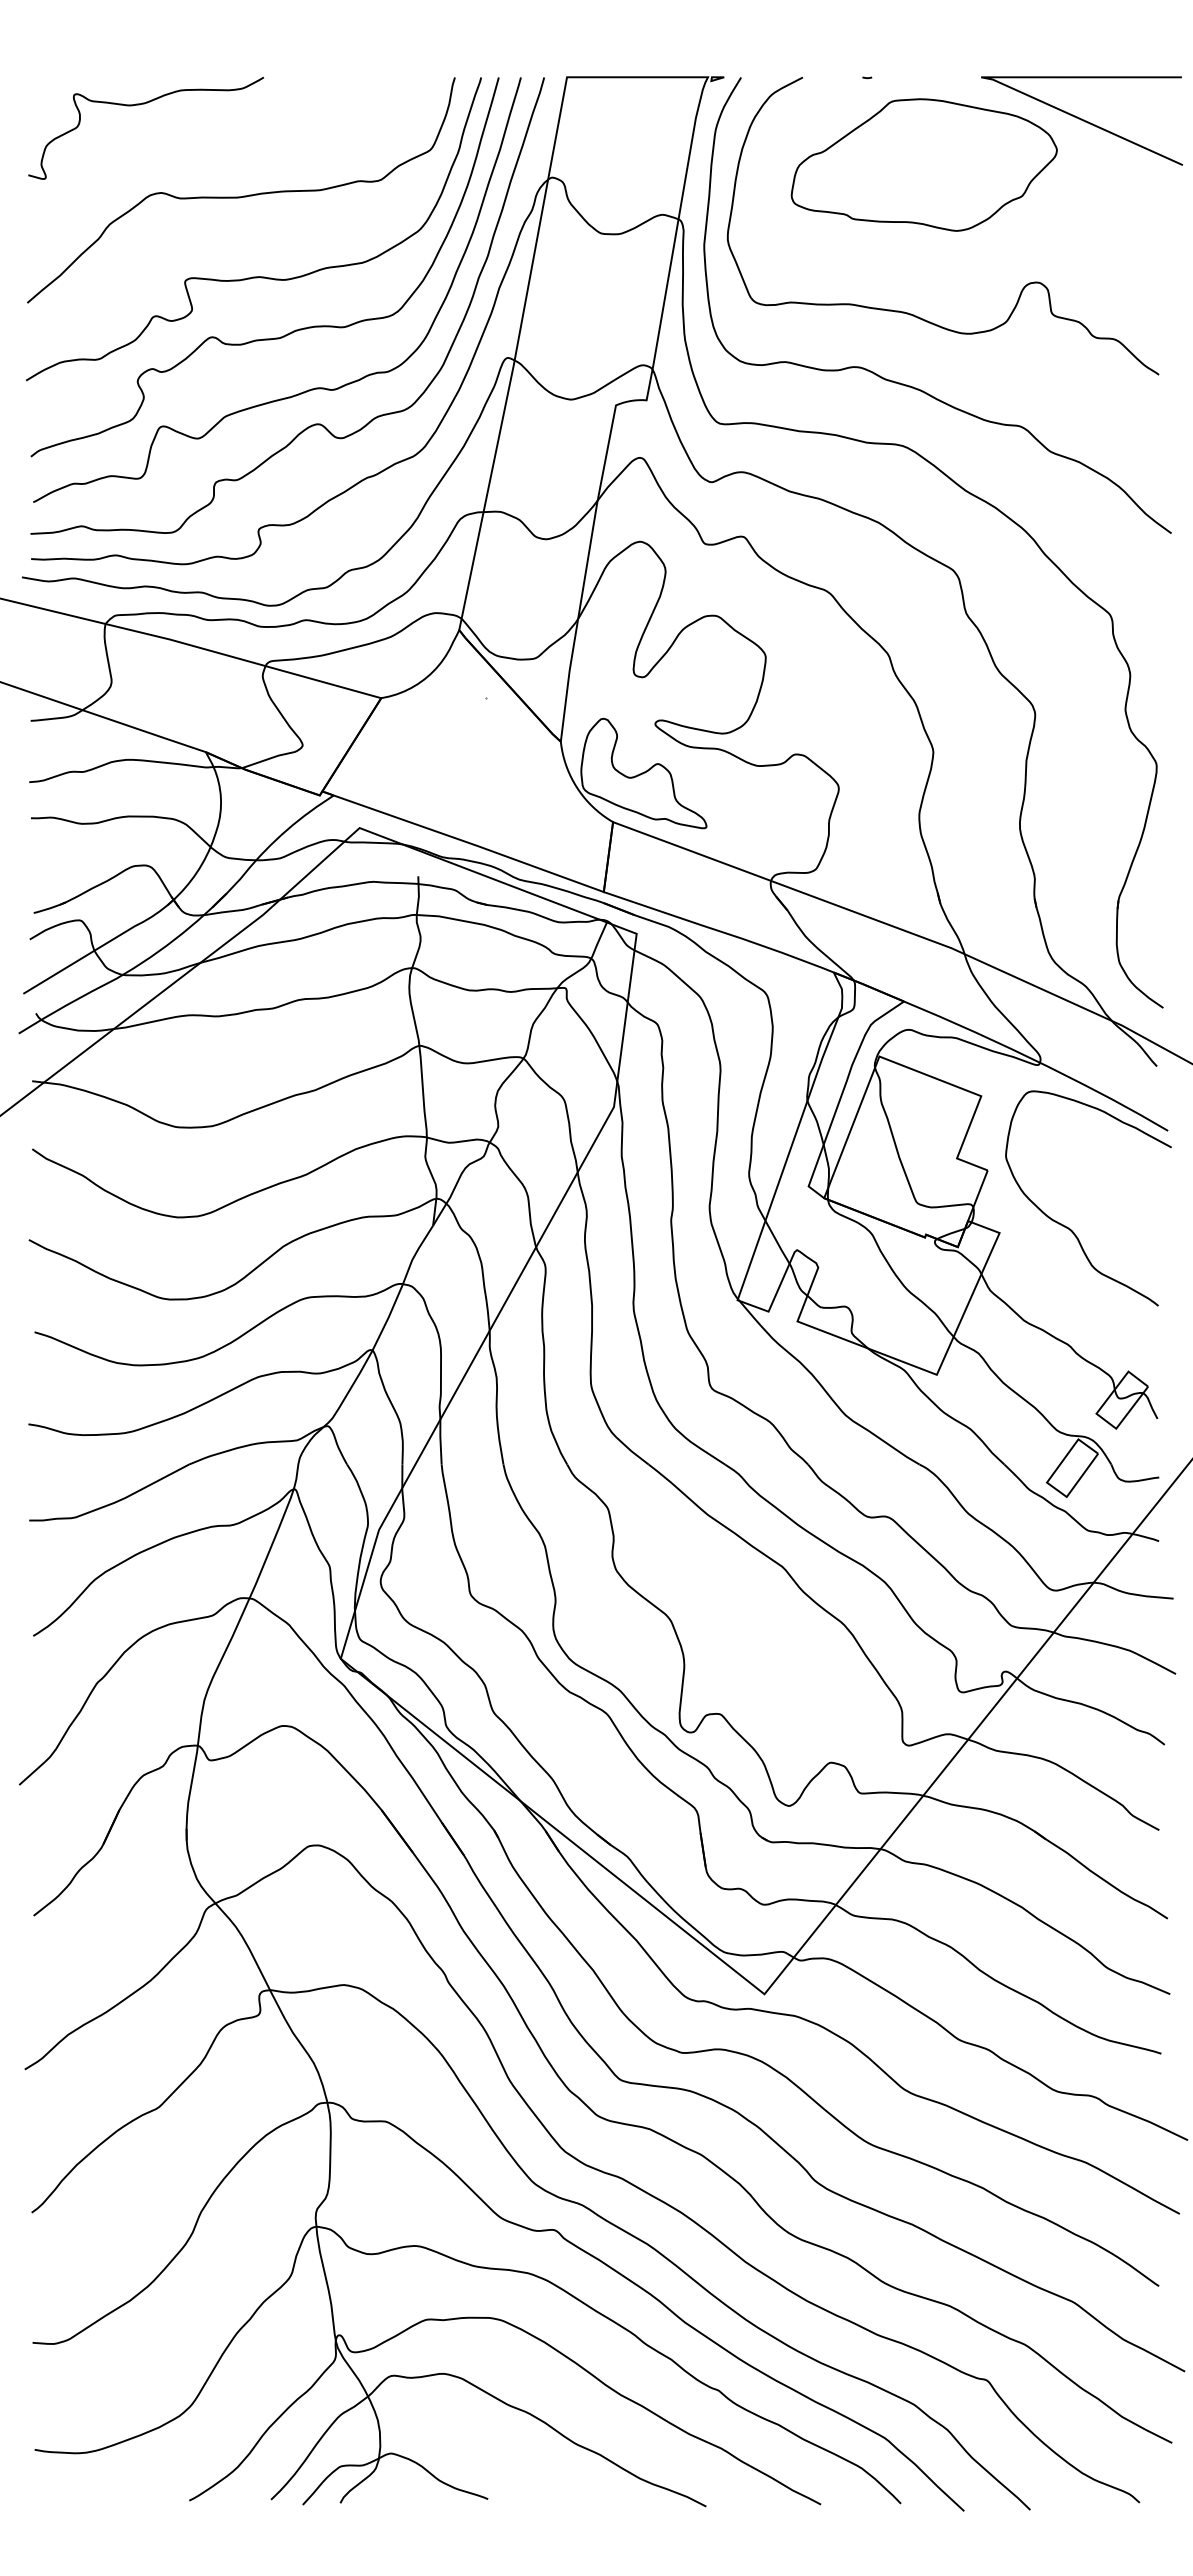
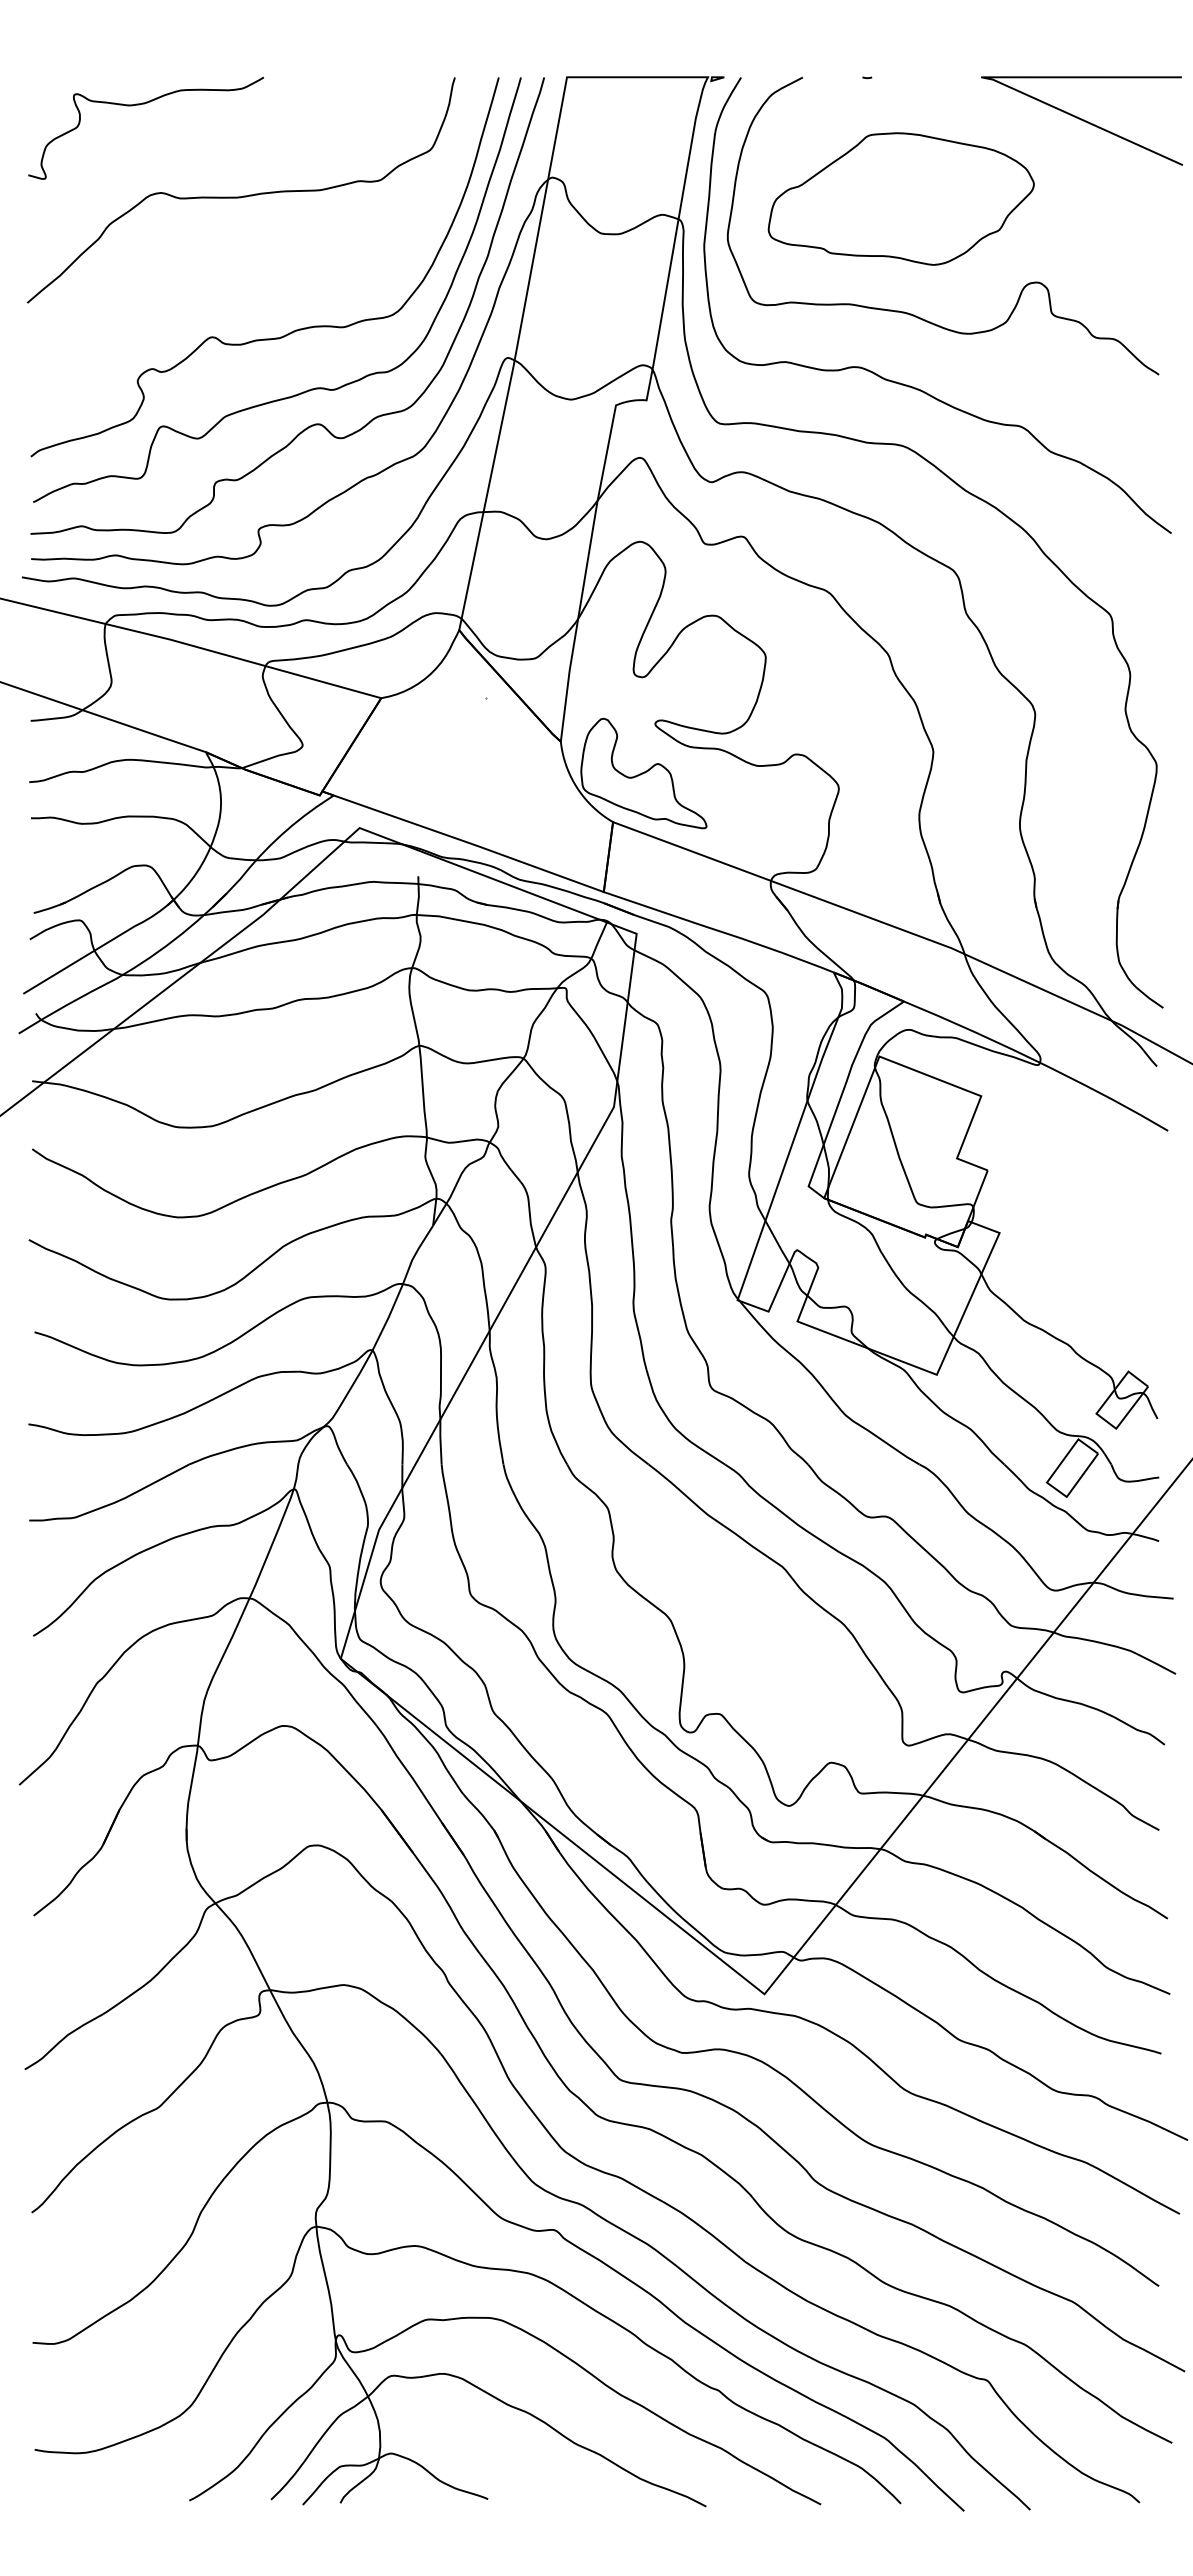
part at (923, 164) position: (923, 164) -> (900, 198)
curve at (253, 276): present -> none
curve at (1070, 1228): present -> none
